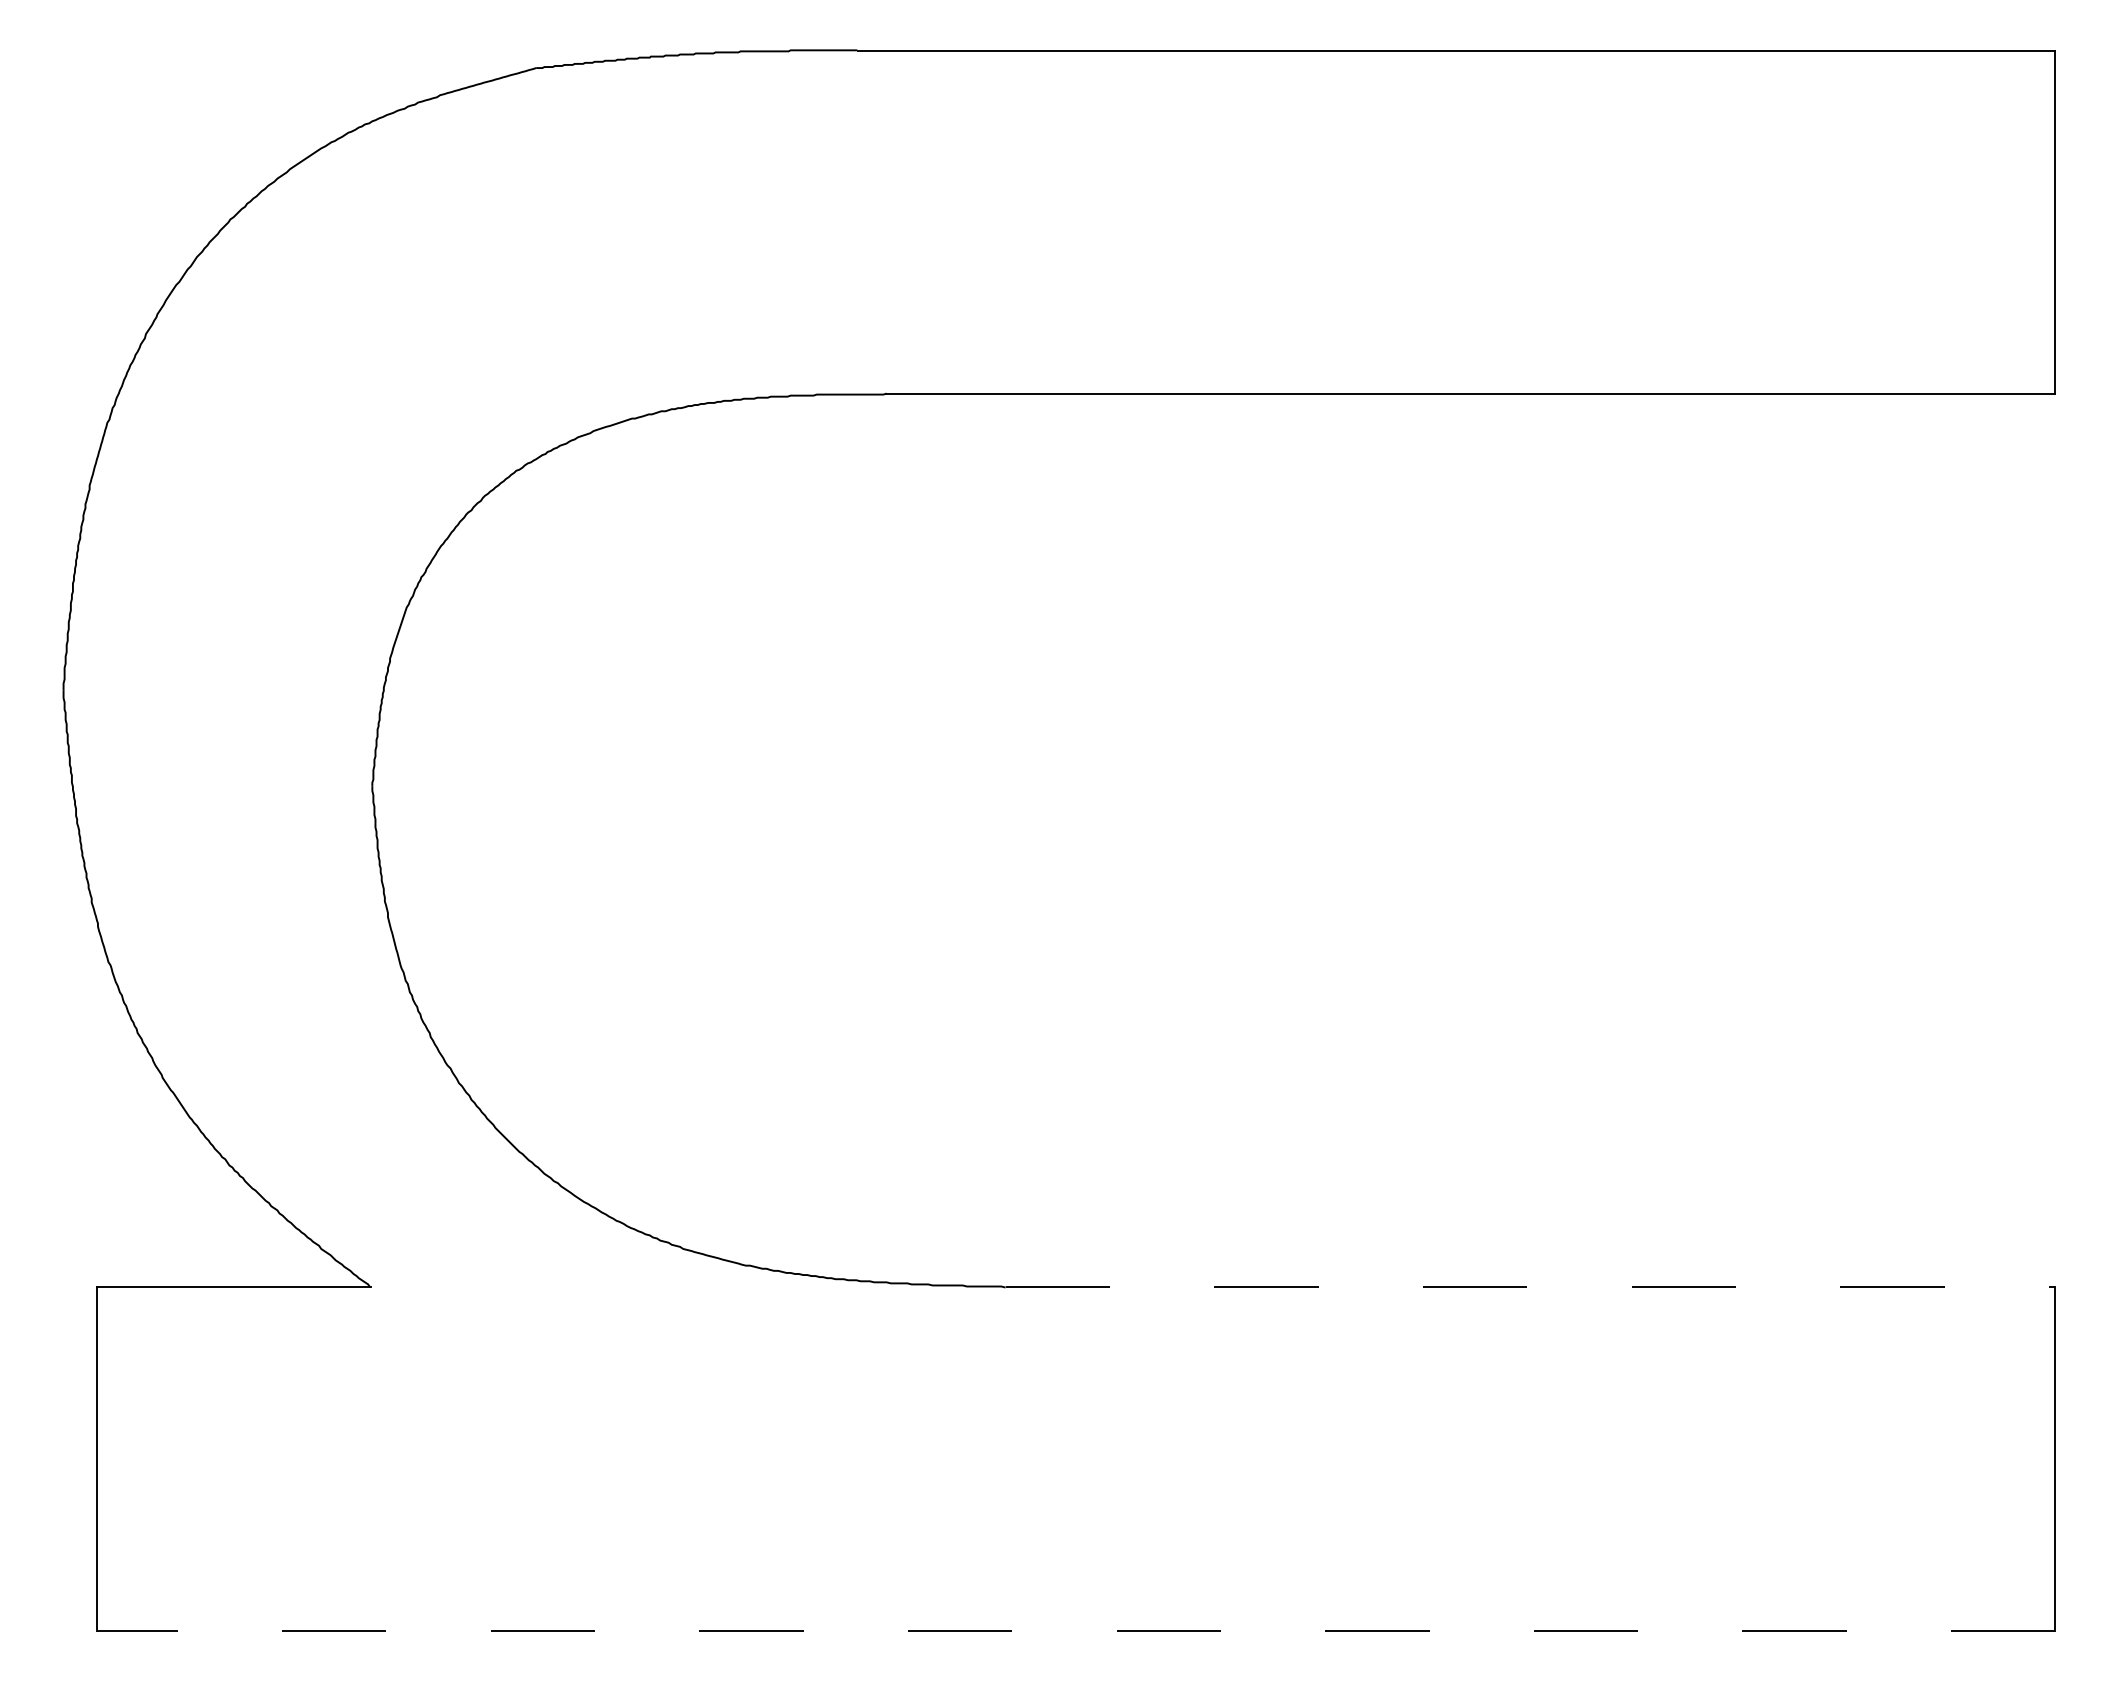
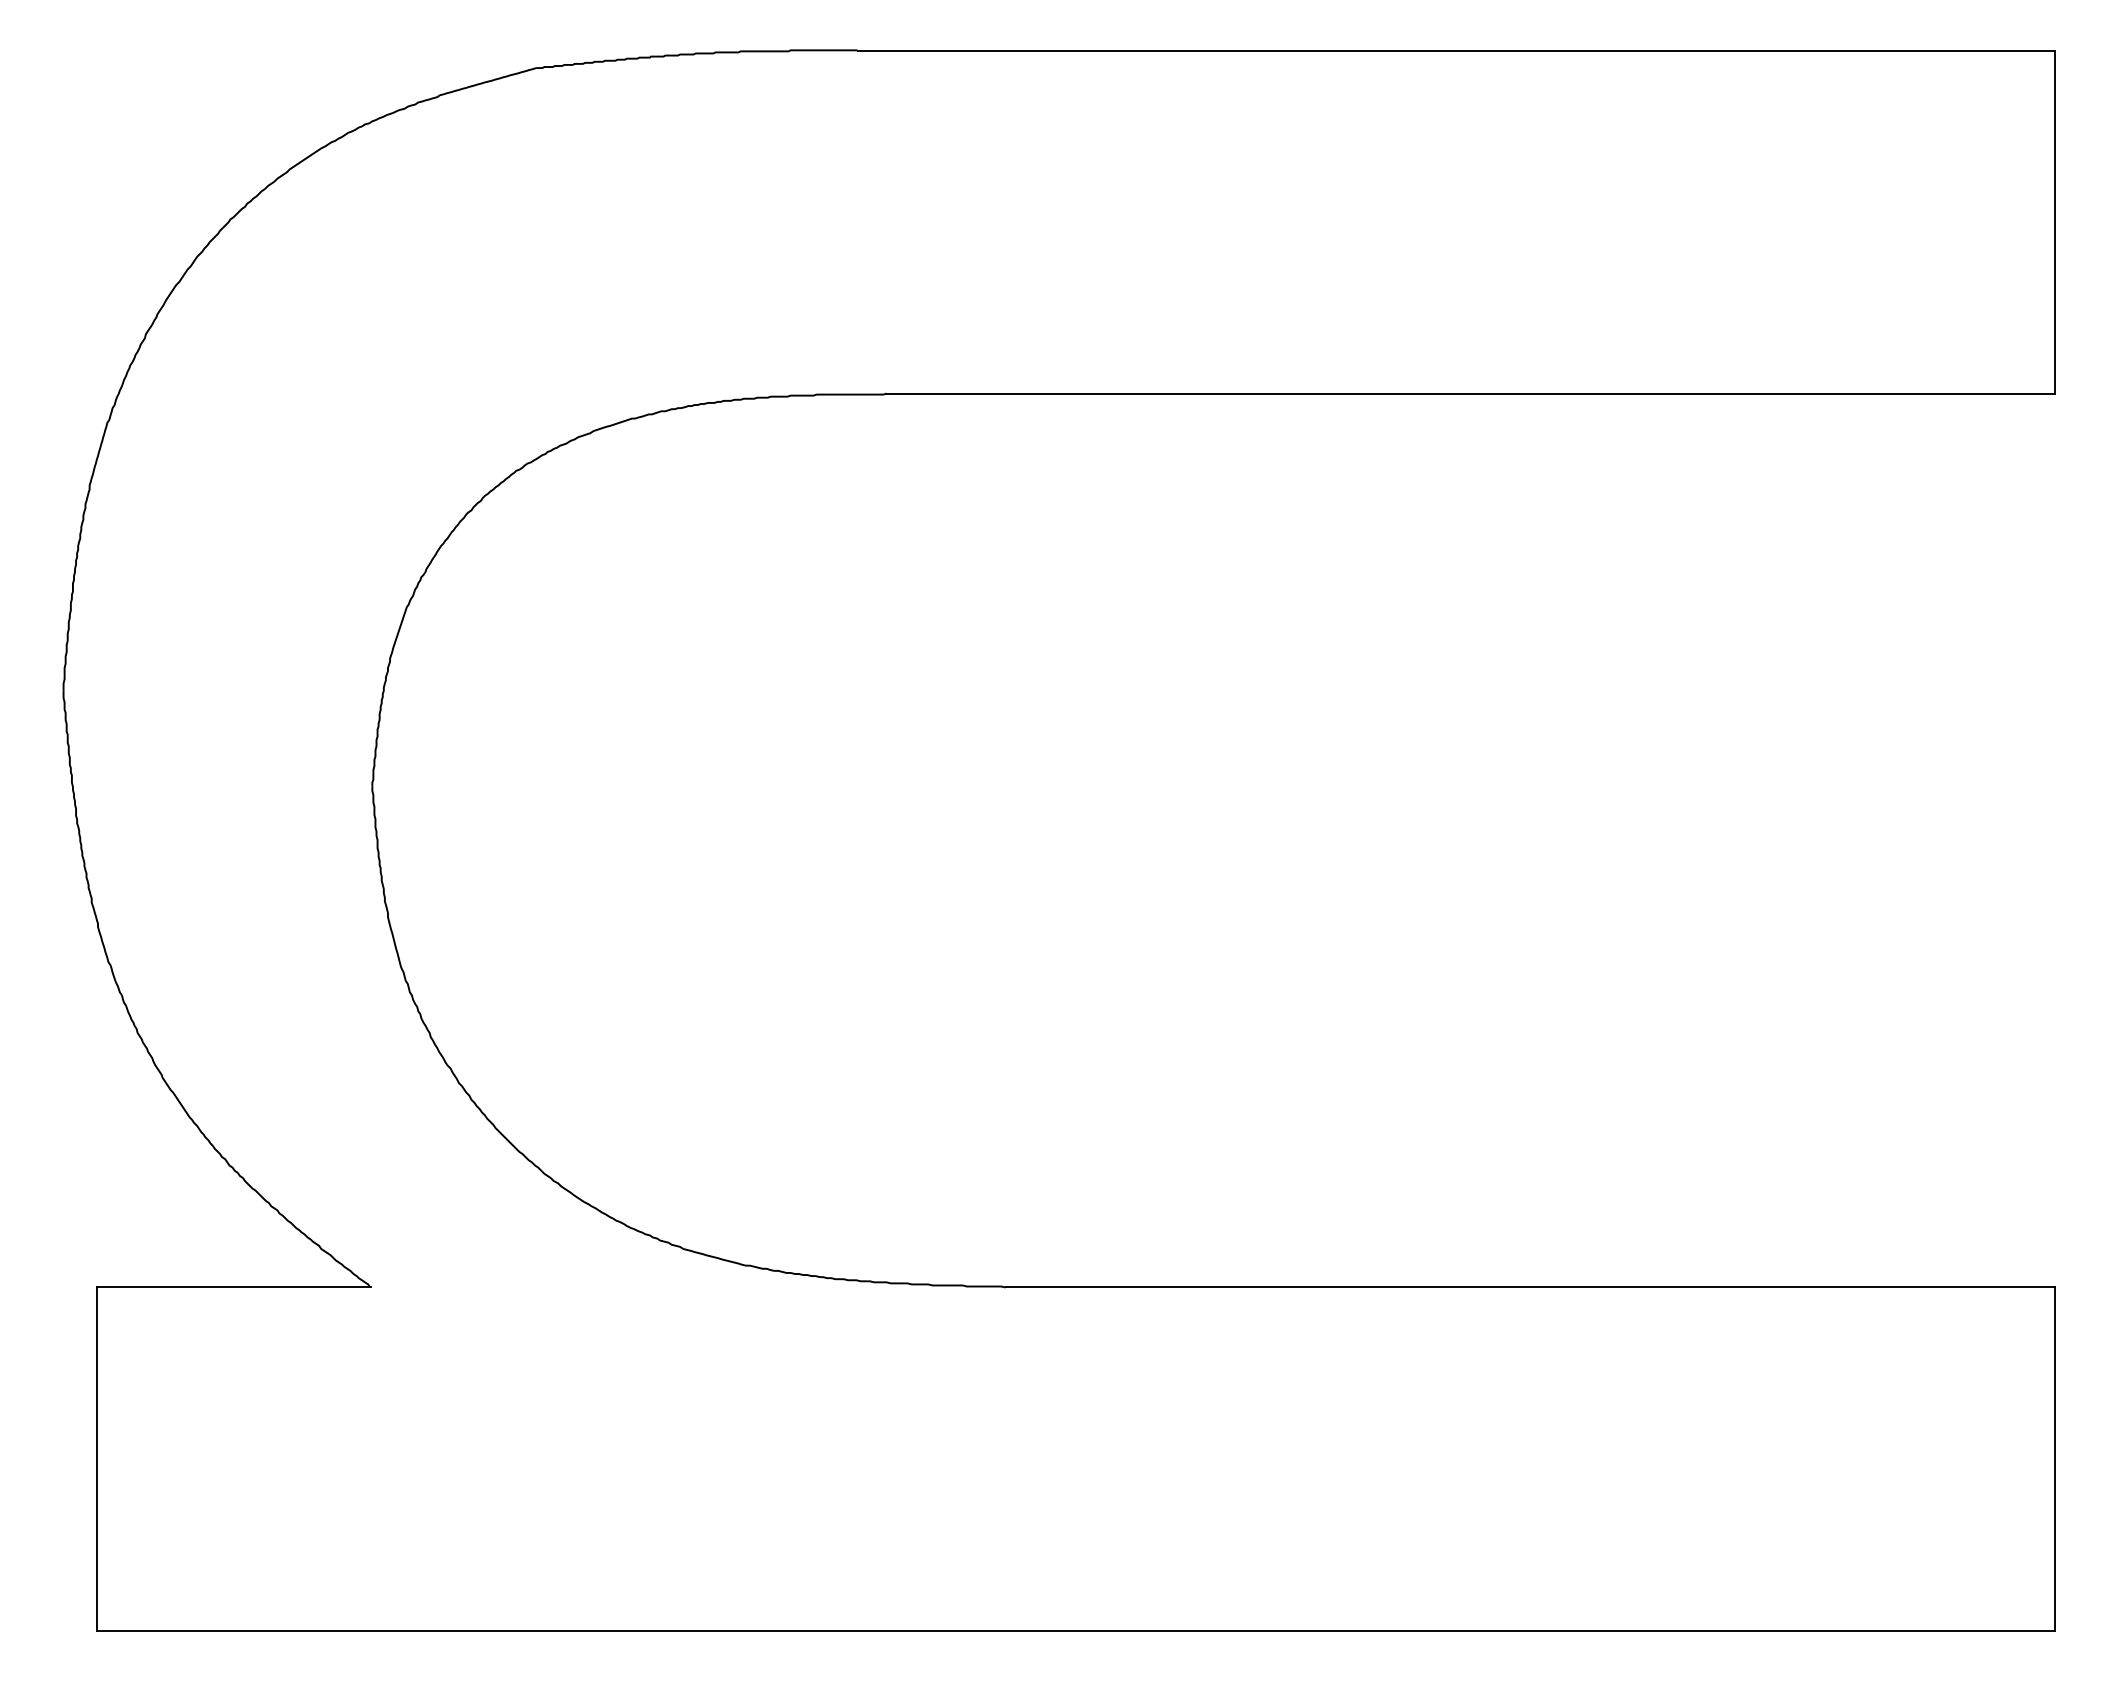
line at (1530, 1287): dashed -> solid
line at (1076, 1630): dashed -> solid
